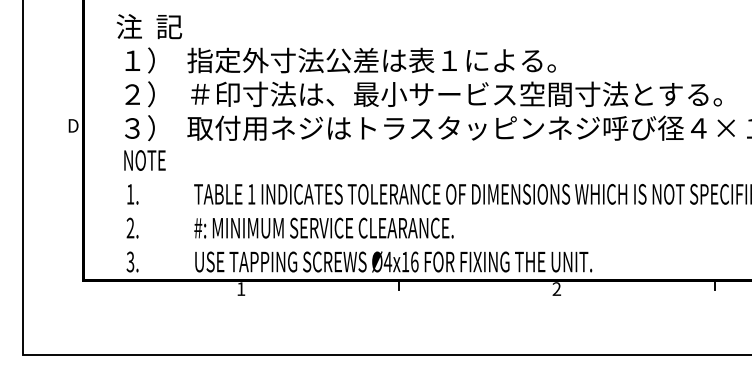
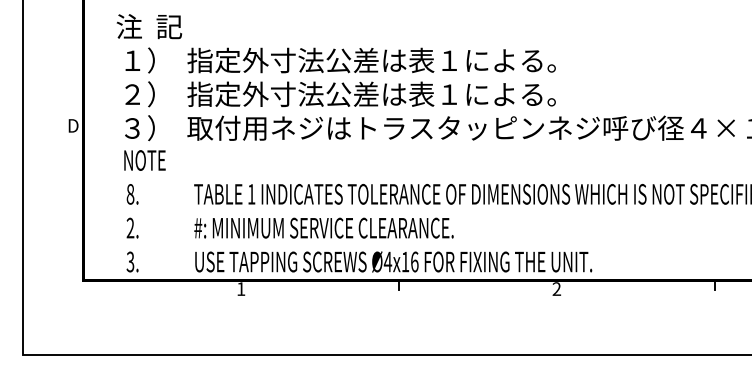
text at (454, 94): ＃印寸法は、最小サービス空間寸法とする。 -> 指定外寸法公差は表１による。
text at (130, 194): 1. -> 8.
